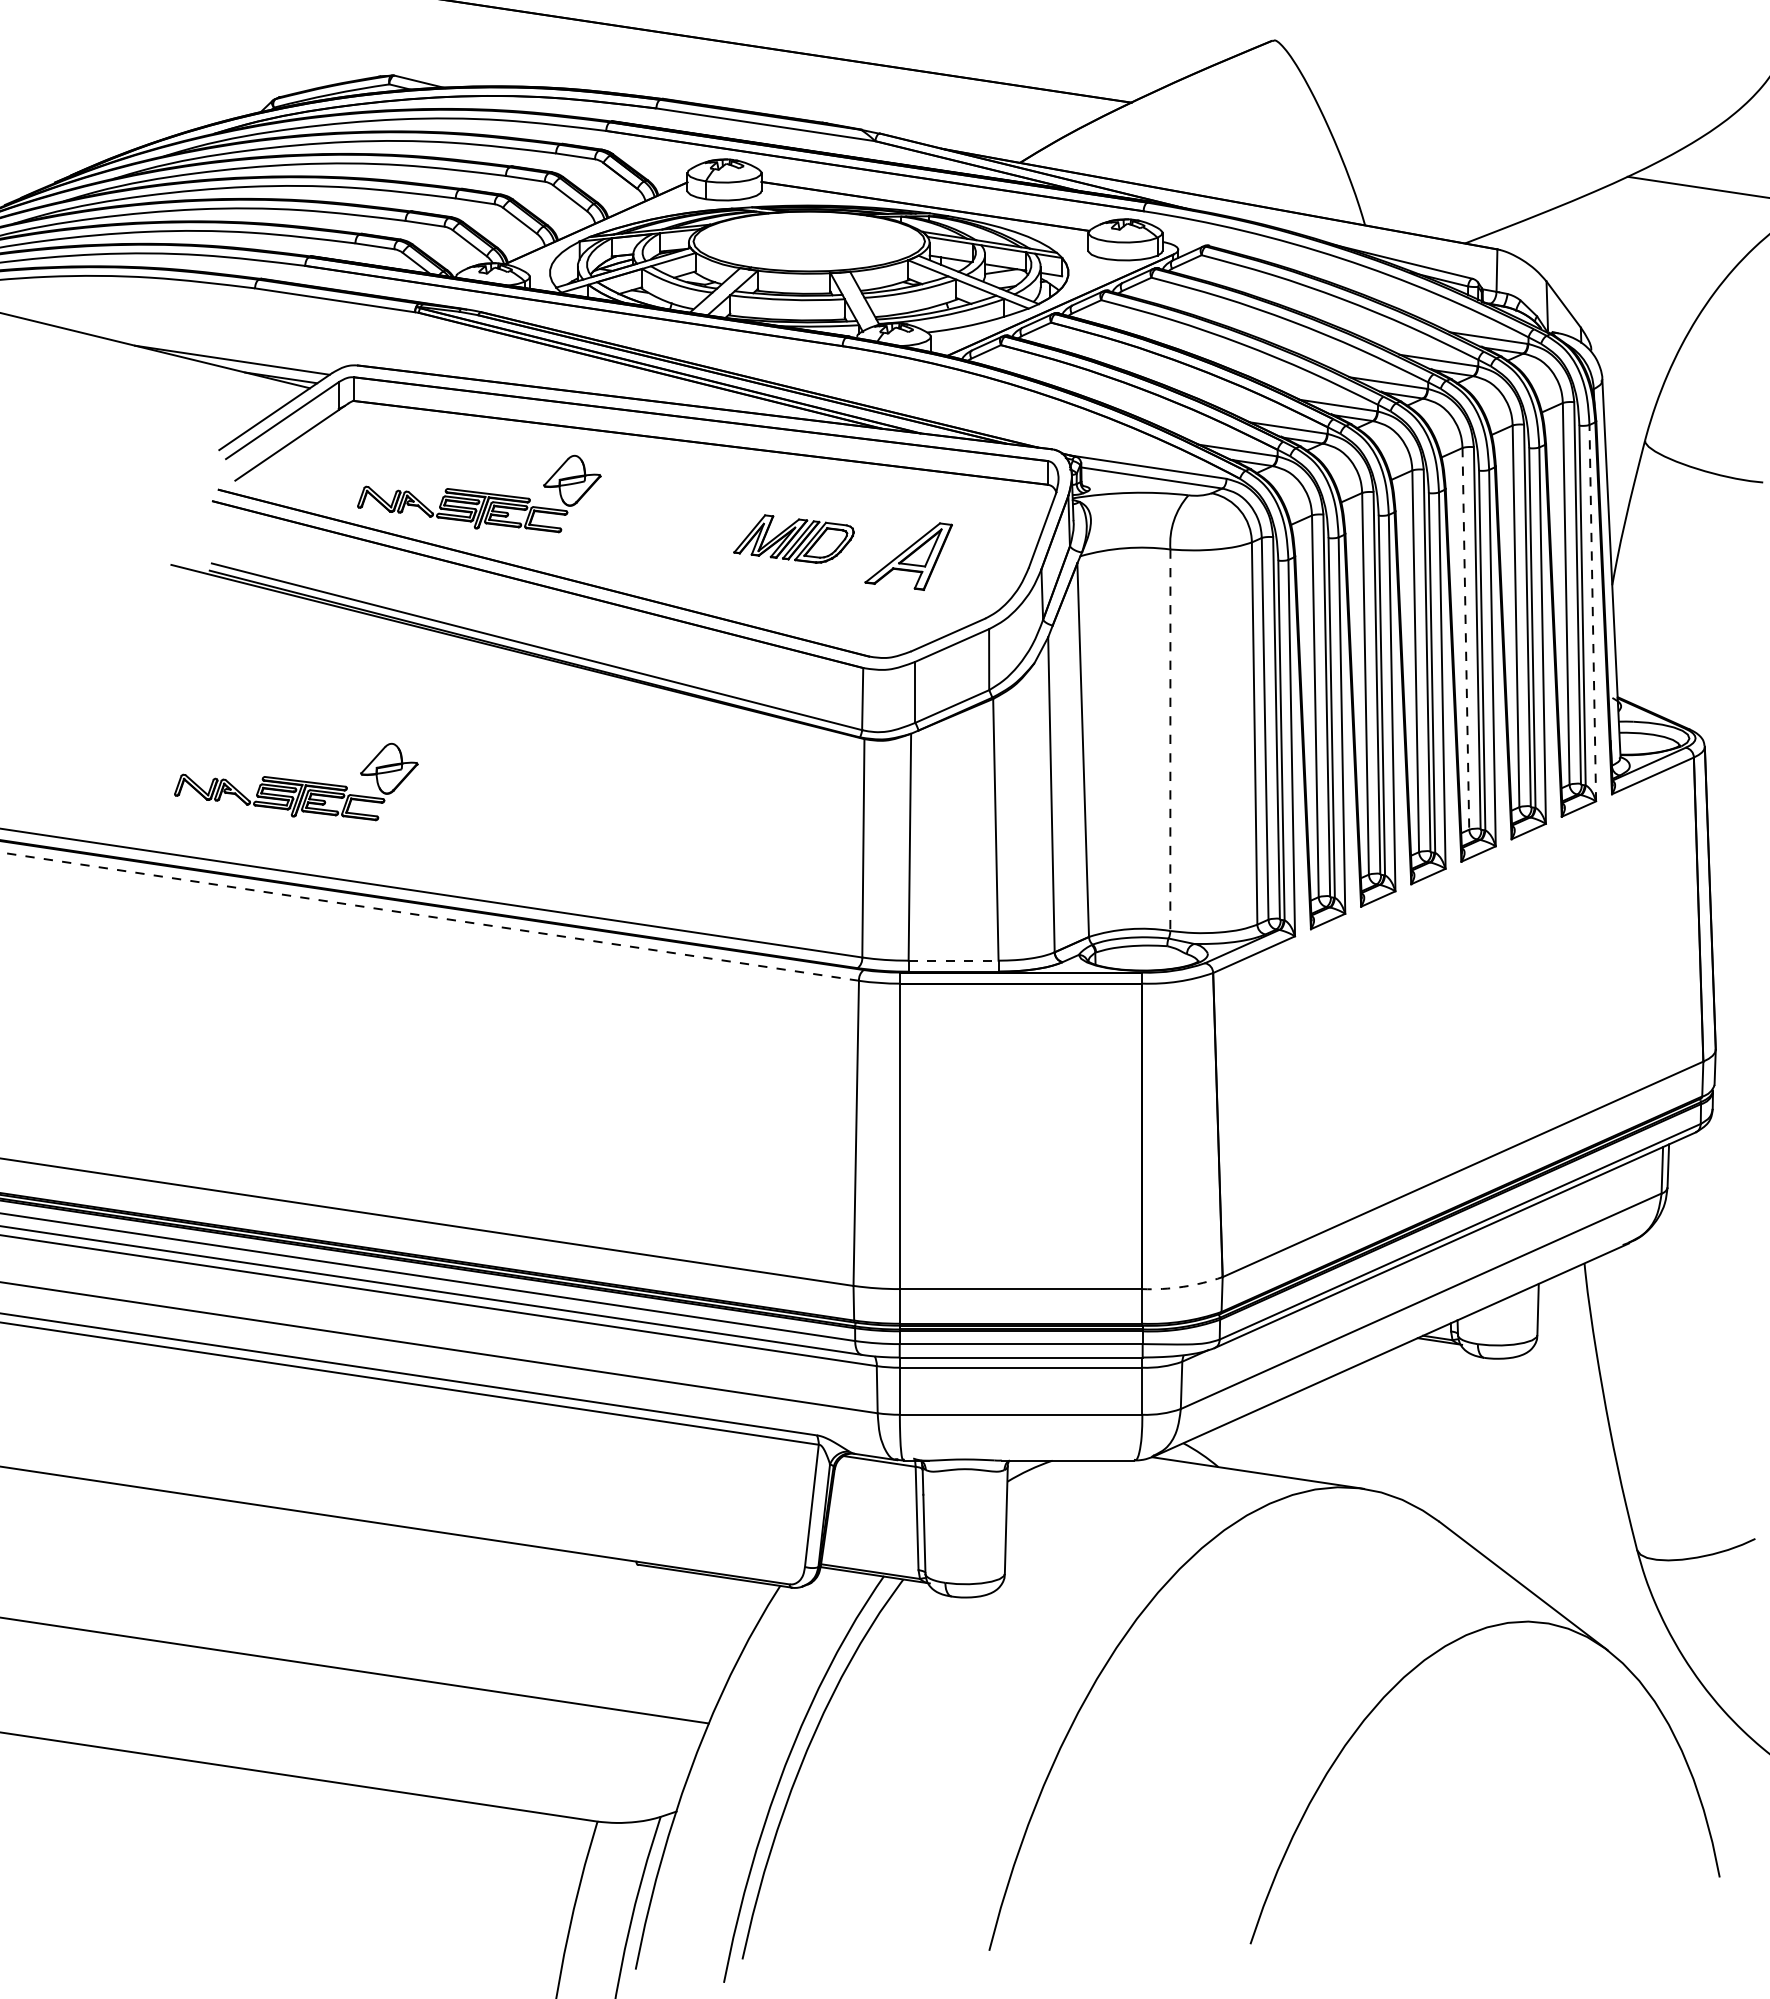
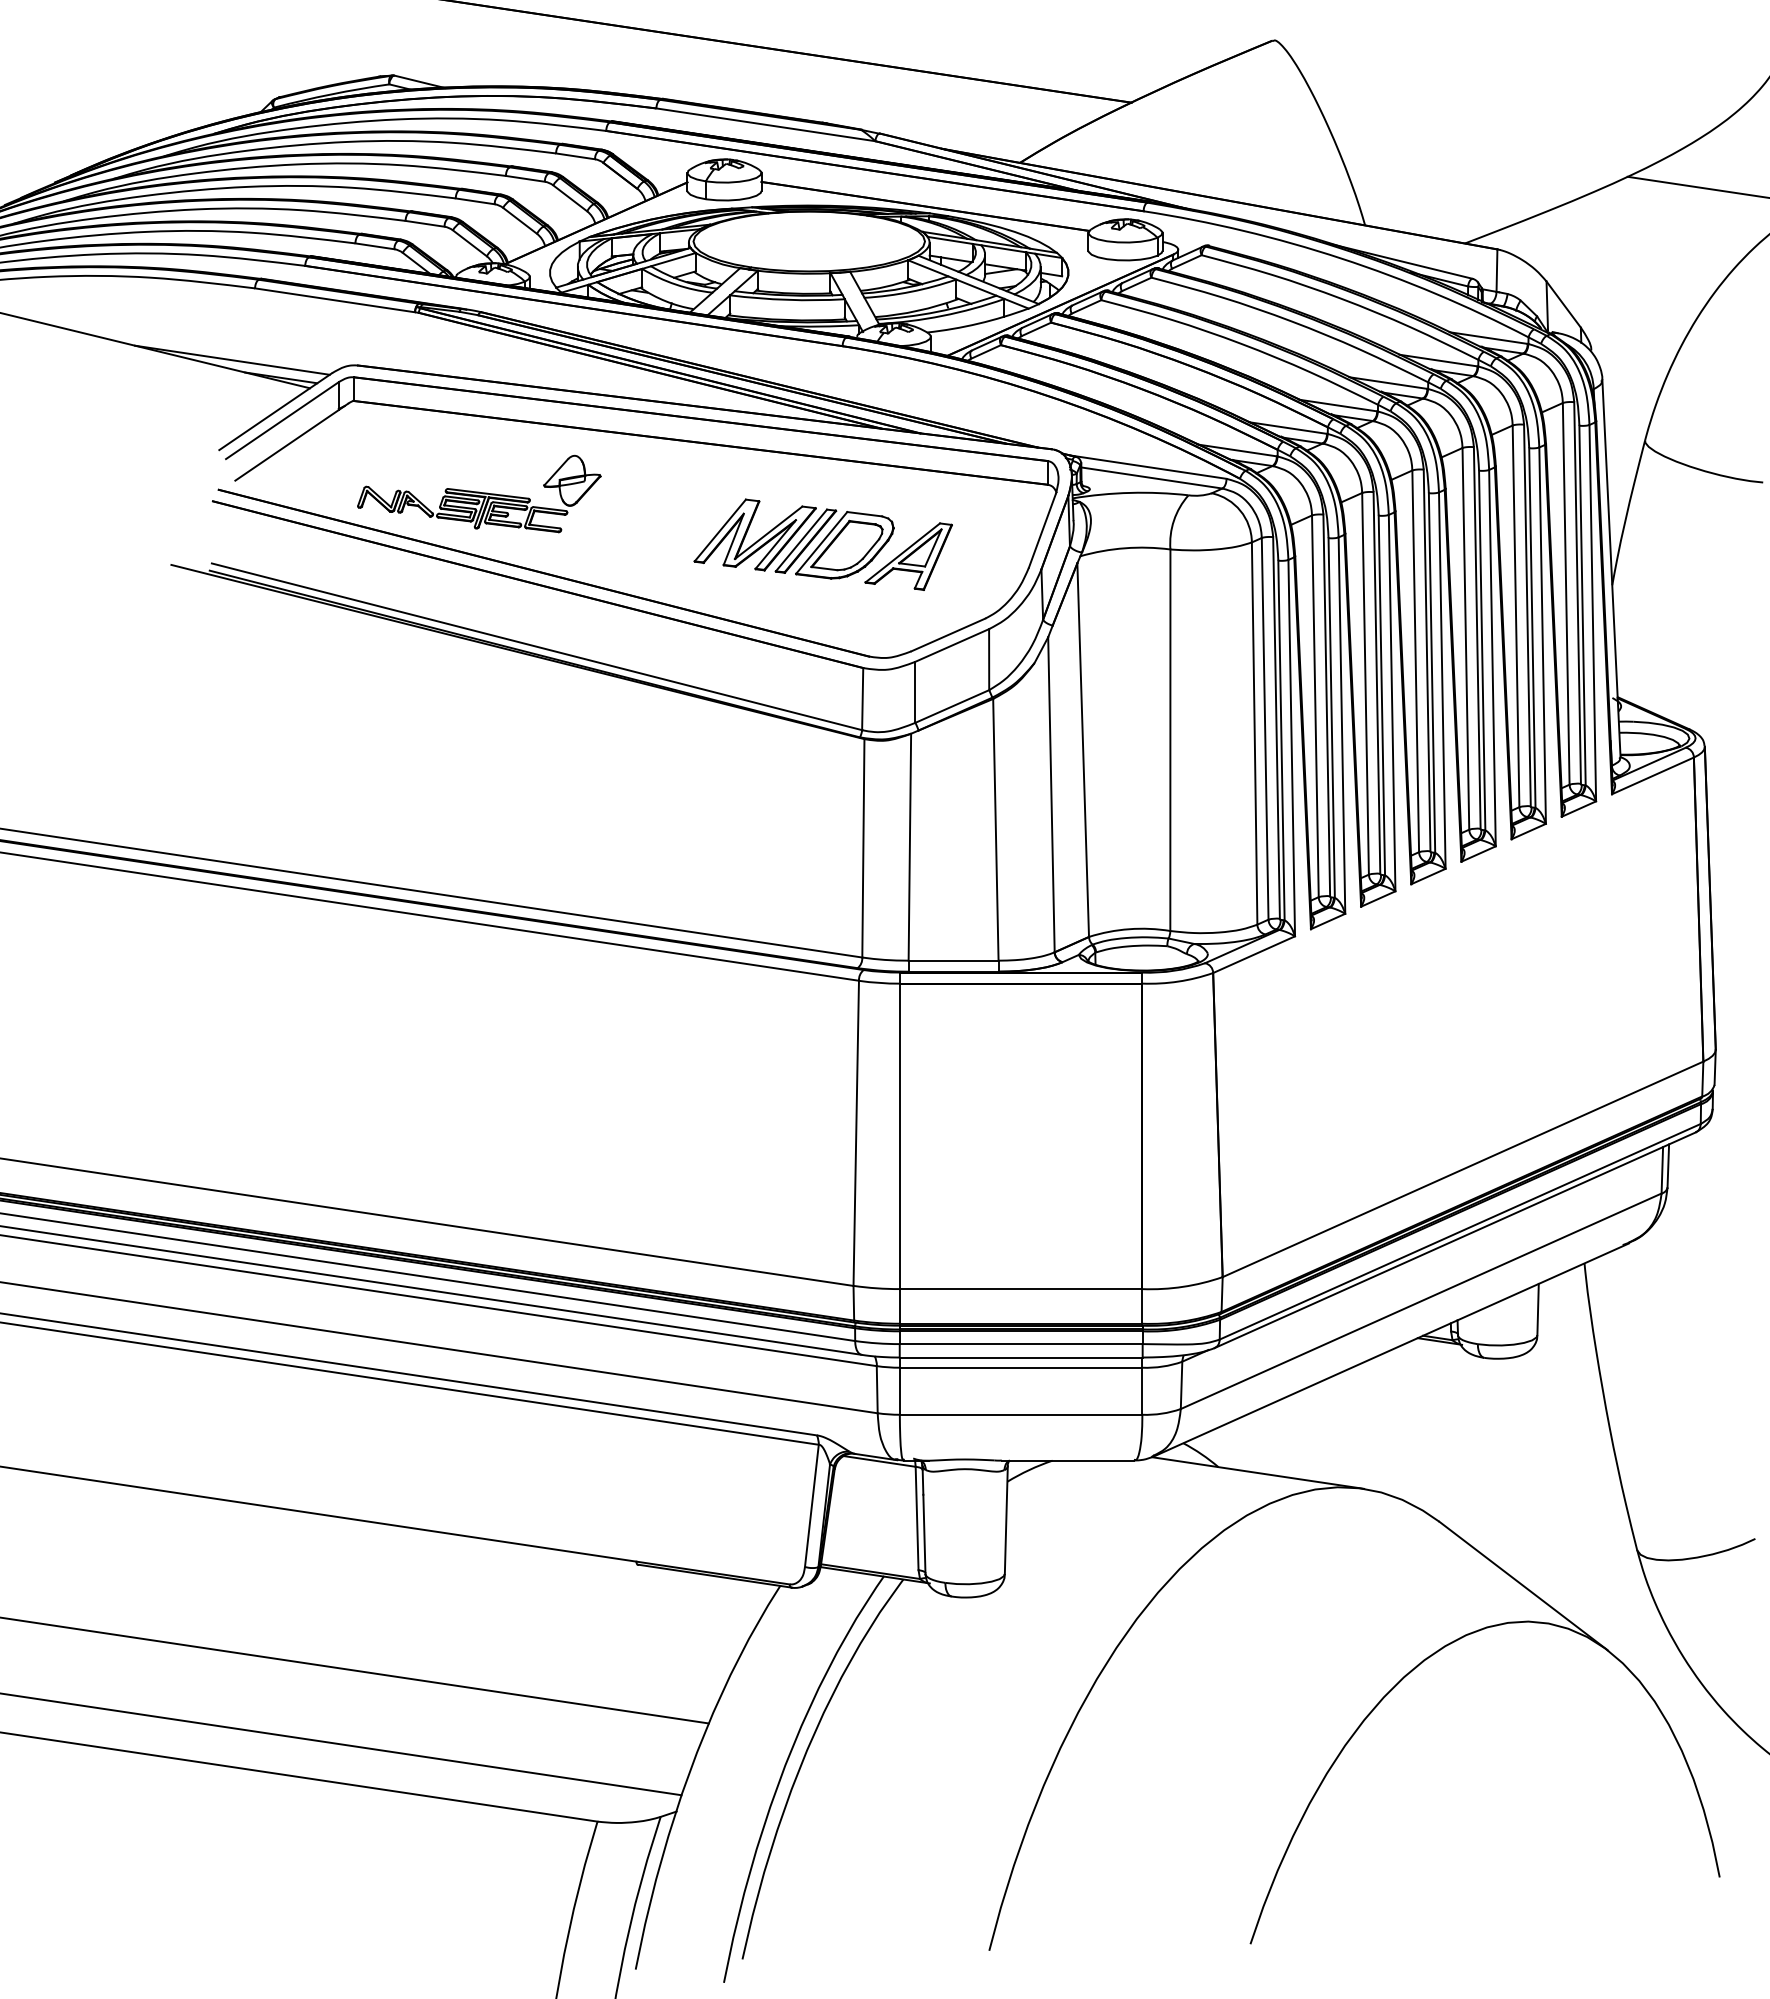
part at (793, 538) size: 122x50 px -> 202x82 px
line at (1592, 612): dashed -> solid
line at (1465, 638): dashed -> solid
line at (1170, 740): dashed -> solid
part at (296, 781): present -> none
line at (429, 916): dashed -> solid
line at (953, 960): dashed -> solid
arc at (1183, 1286): dashed -> solid
line at (341, 1744): none -> present
